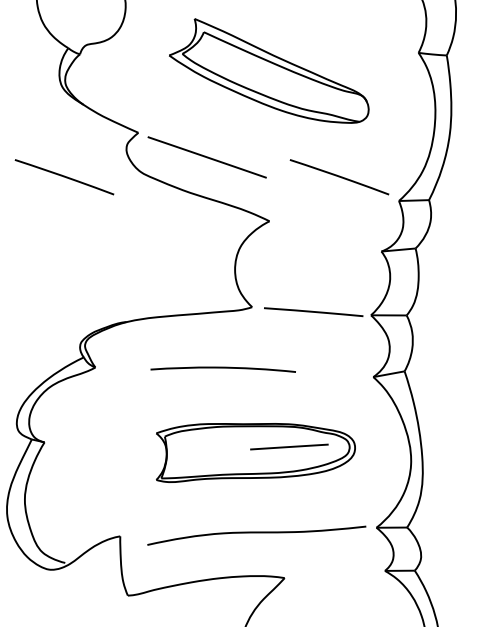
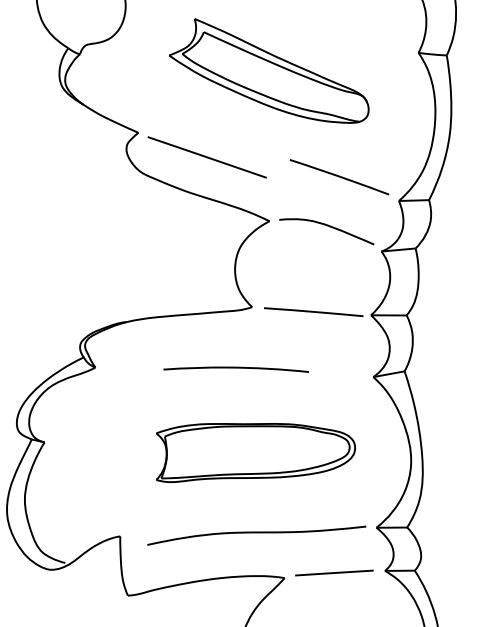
line at (64, 177): present -> none
curve at (329, 227): none -> present
curve at (222, 368) position: (222, 368) -> (235, 368)
line at (289, 446) position: (289, 446) -> (334, 572)
